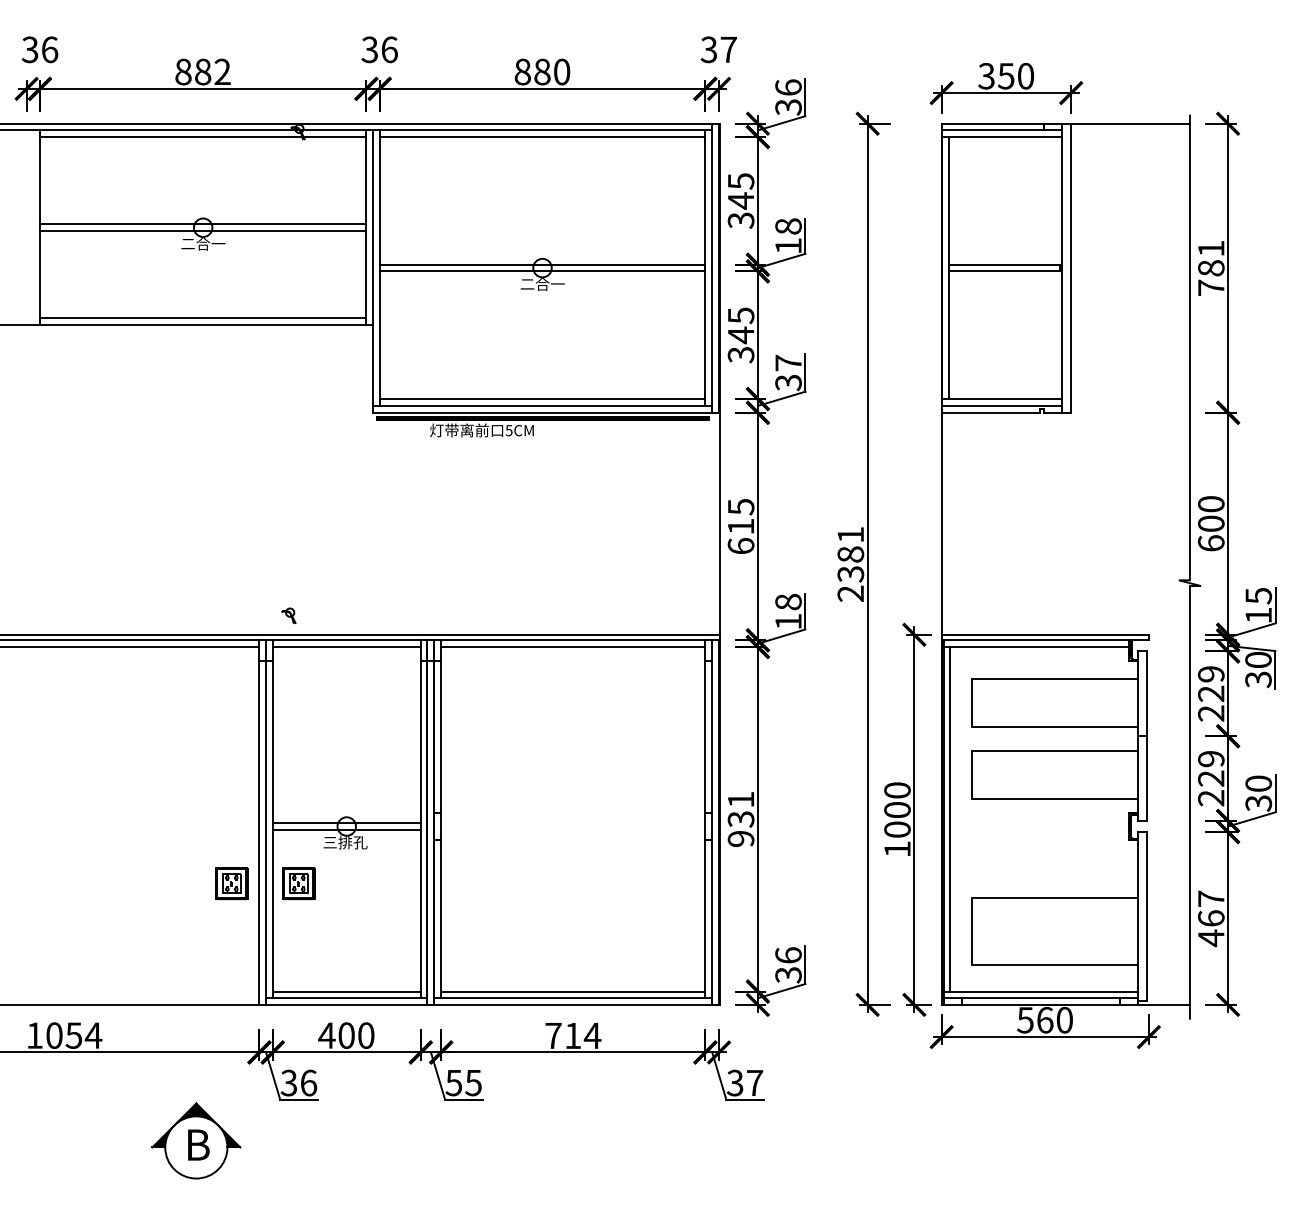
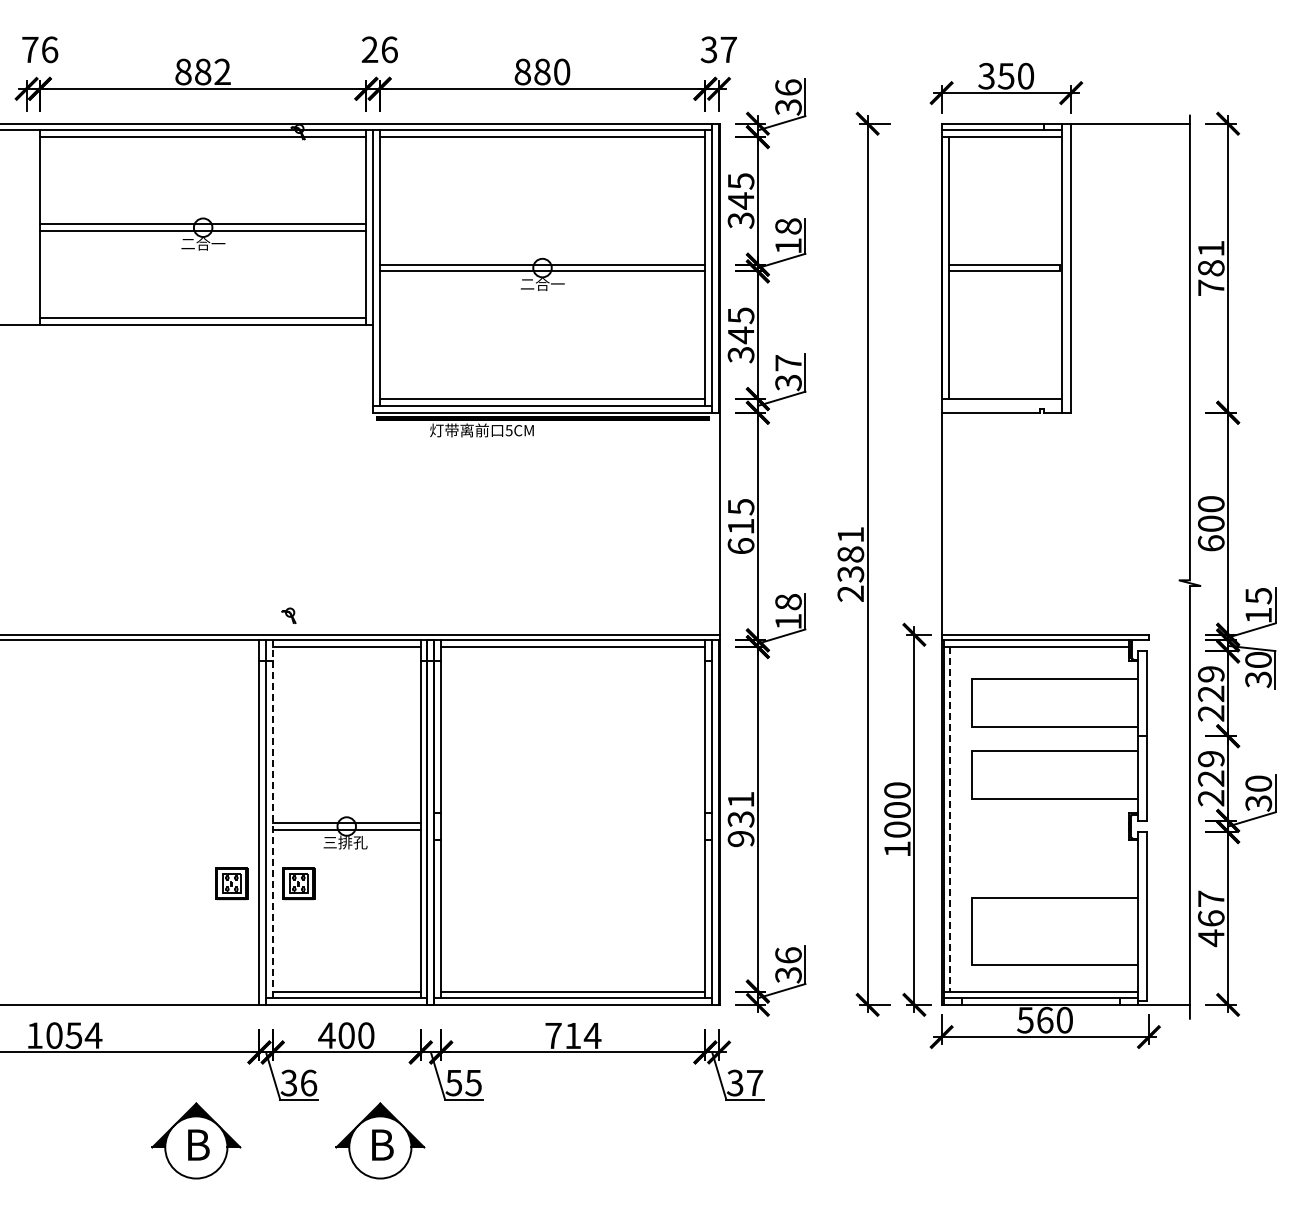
text at (29, 49): 36 -> 76
text at (369, 50): 36 -> 26
line at (1001, 405): present -> none
line at (130, 647): present -> none
line at (272, 819): solid -> dashed
line at (950, 819): solid -> dashed
part at (380, 1140): none -> present
